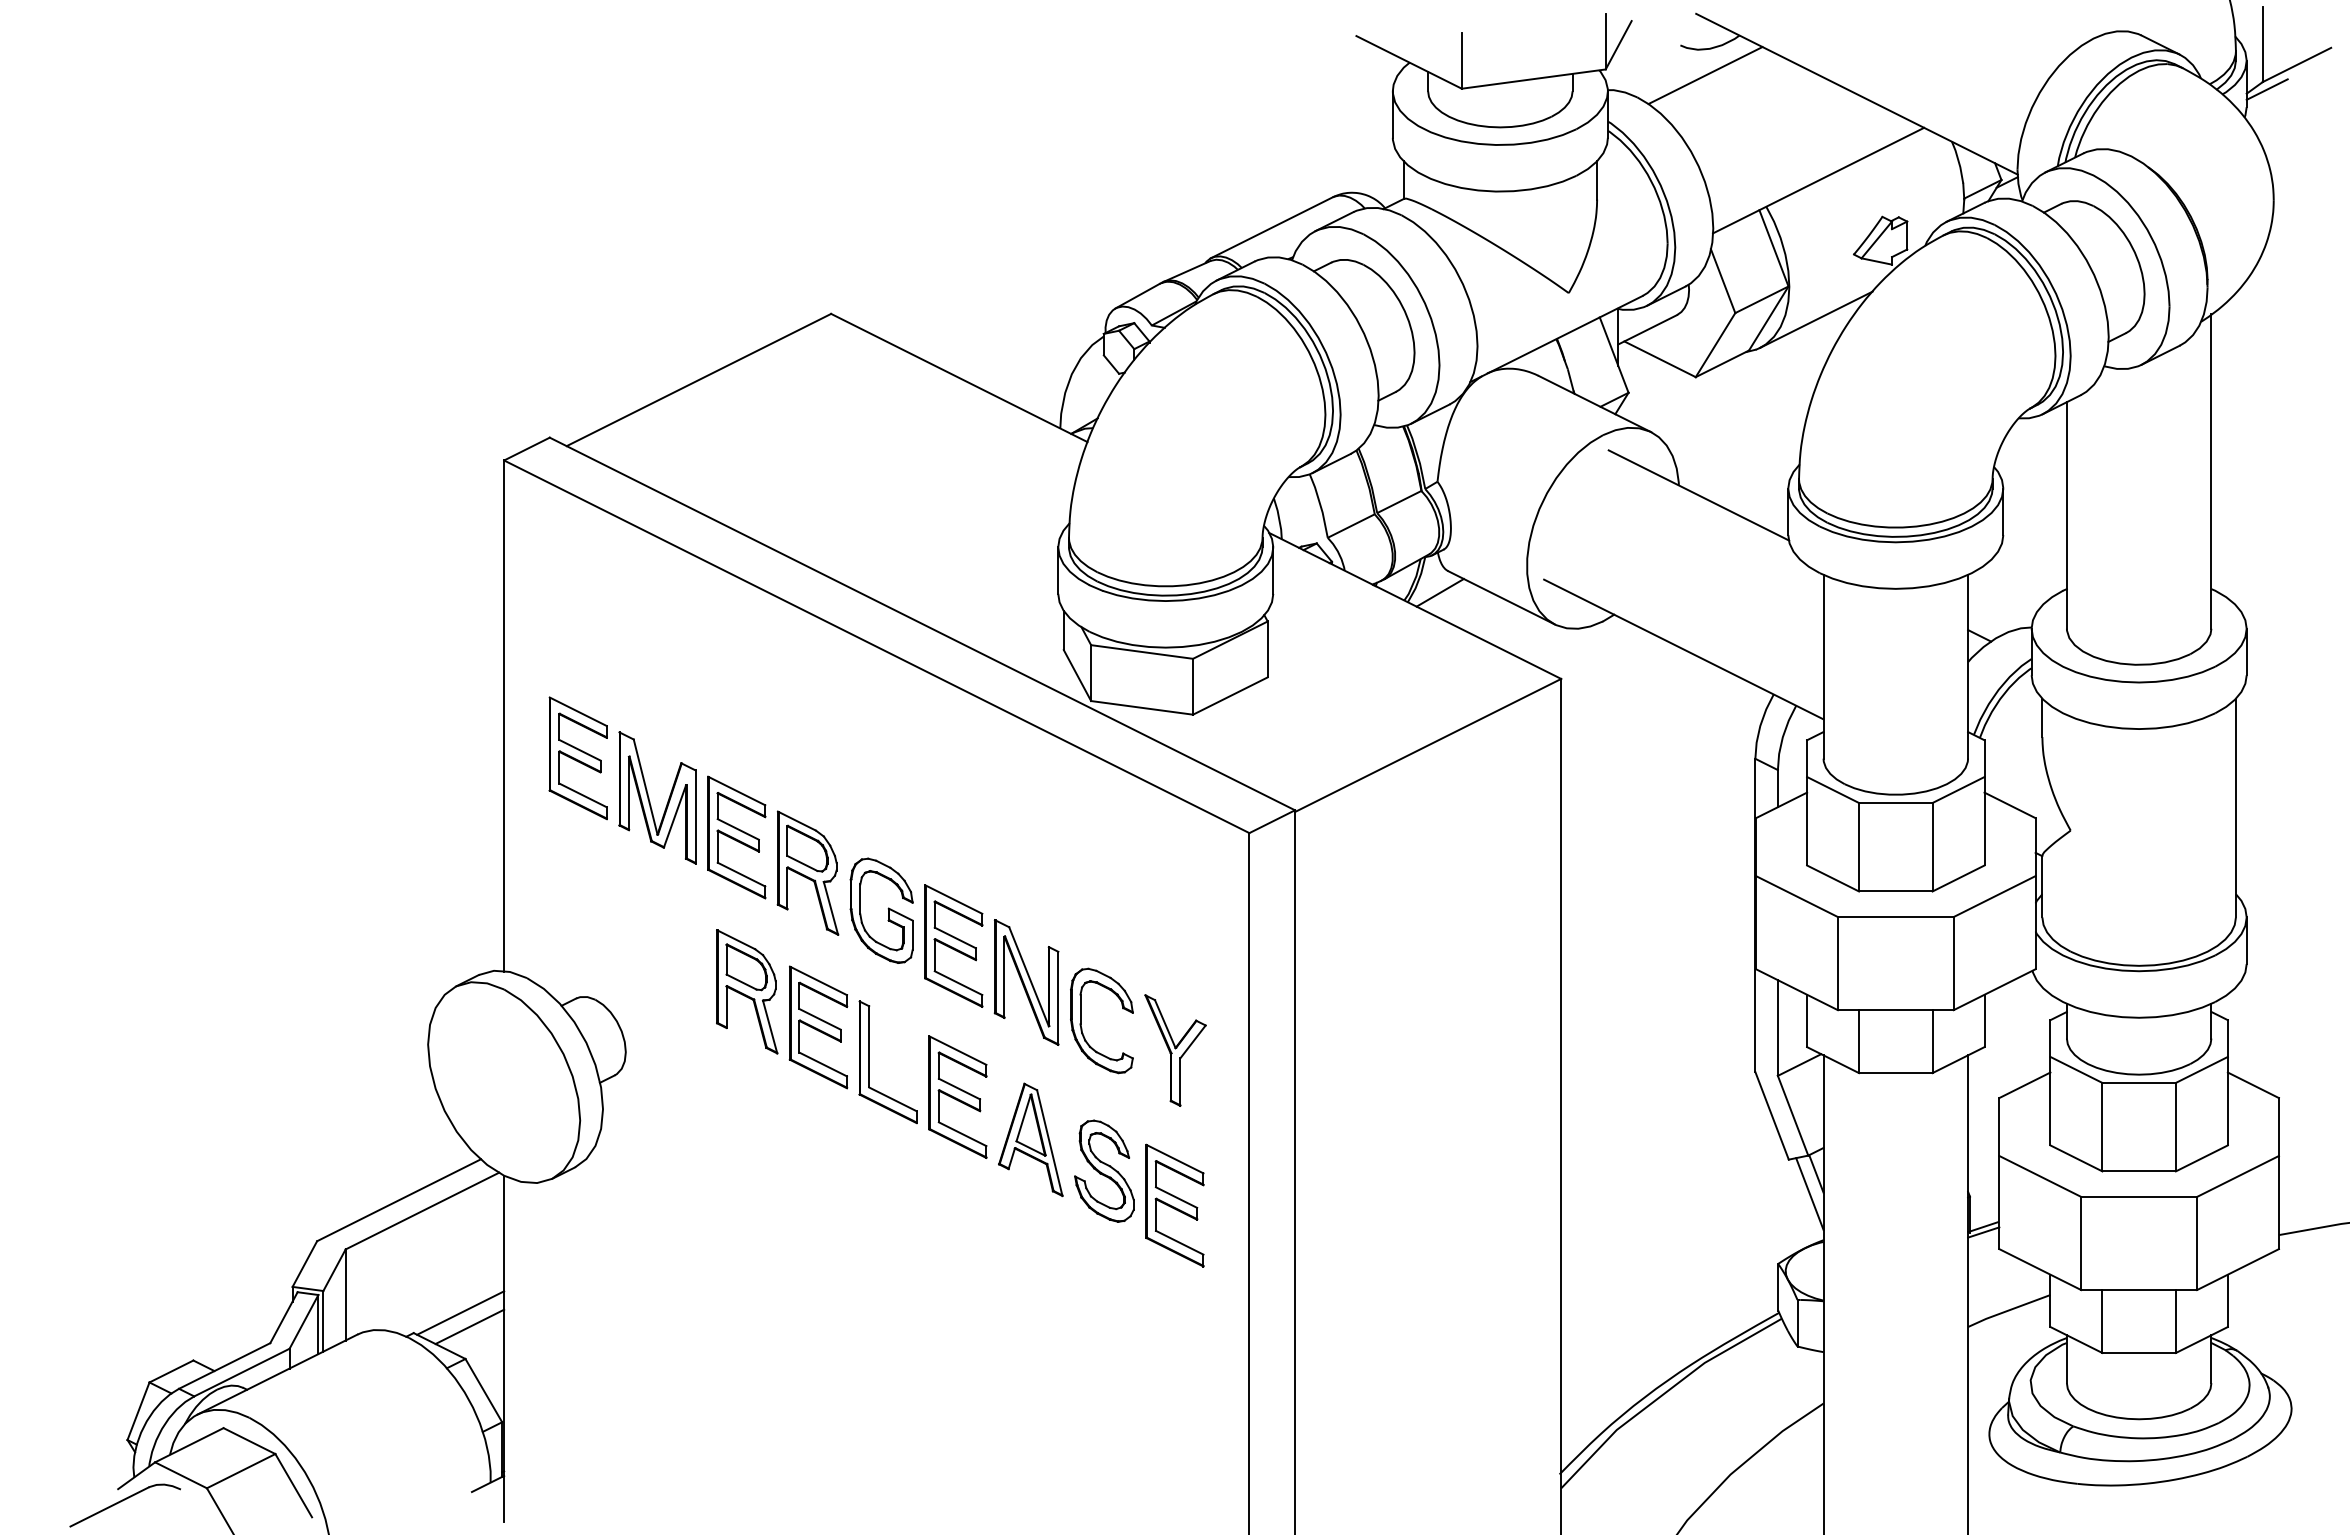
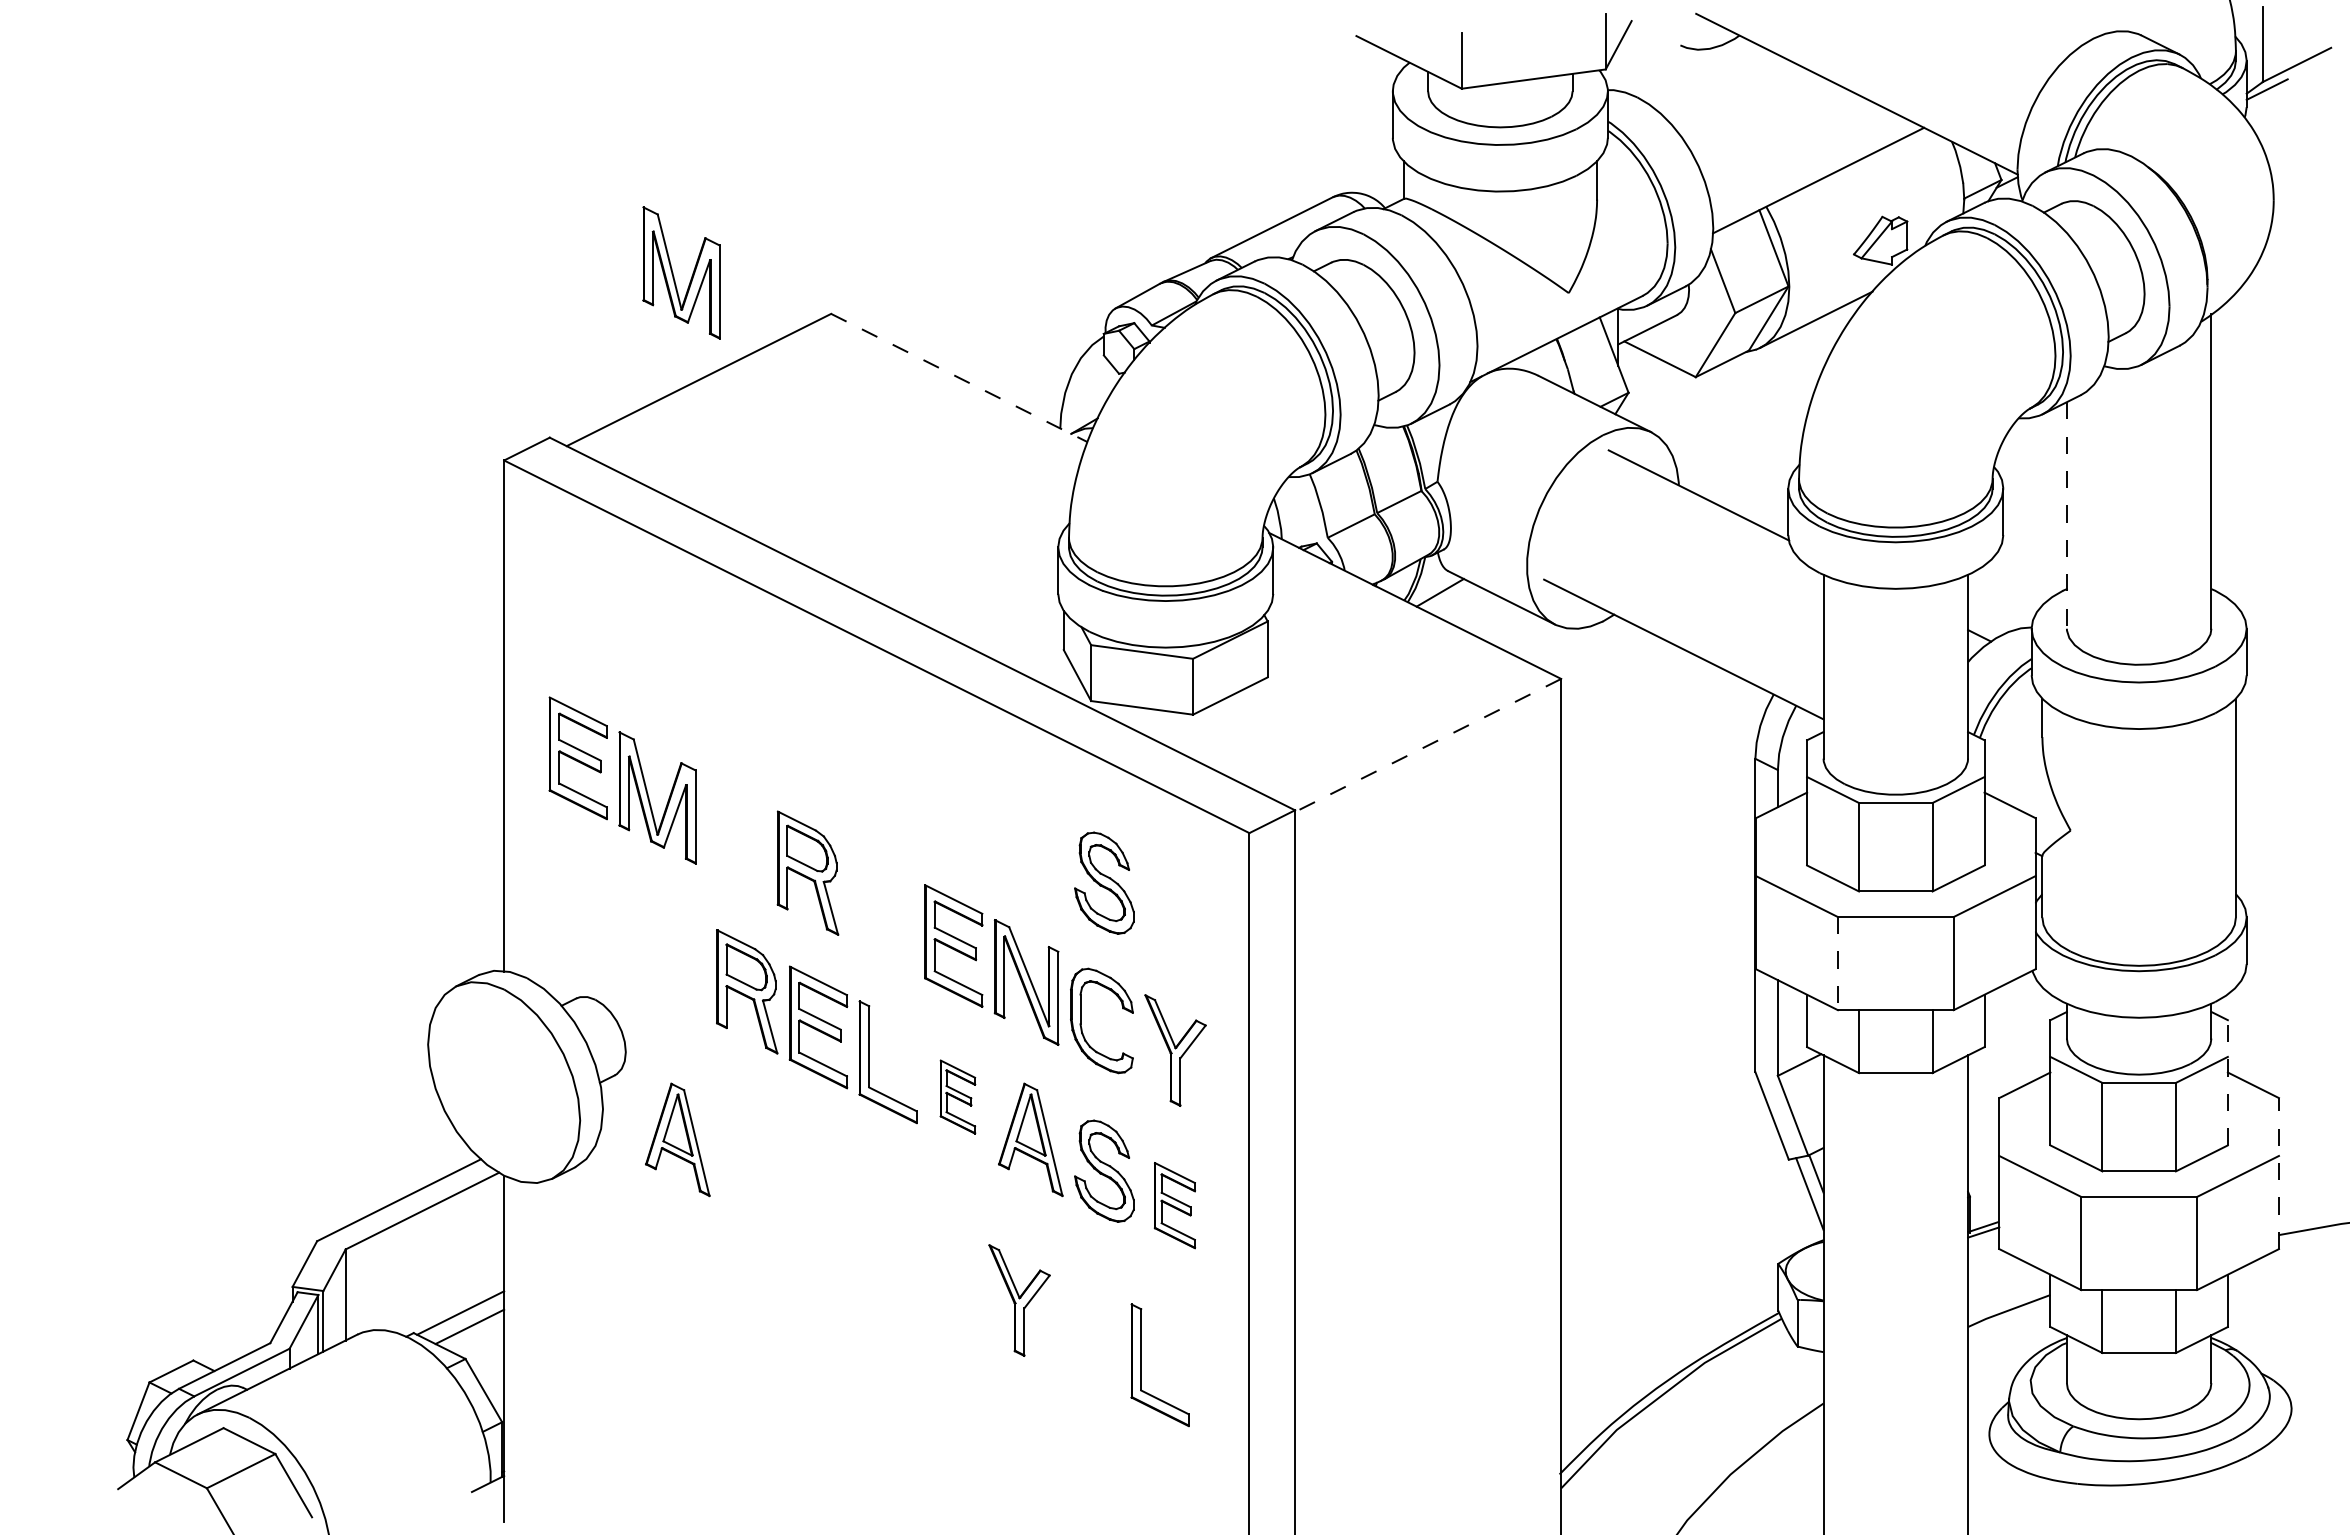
line at (1705, 75): present -> none
part at (673, 272): none -> present
line at (959, 378): solid -> dashed
line at (2066, 515): solid -> dashed
line at (1428, 745): solid -> dashed
part at (736, 837): present -> none
part at (1104, 882): none -> present
part at (887, 908): present -> none
line at (1837, 963): solid -> dashed
line at (2227, 1082): solid -> dashed
part at (957, 1096) size: 60x124 px -> 38x76 px
part at (677, 1139): none -> present
line at (2278, 1173): solid -> dashed
part at (1174, 1205) size: 60x125 px -> 43x88 px
part at (1019, 1300): none -> present
part at (1141, 1365): none -> present
part at (124, 1505): present -> none
